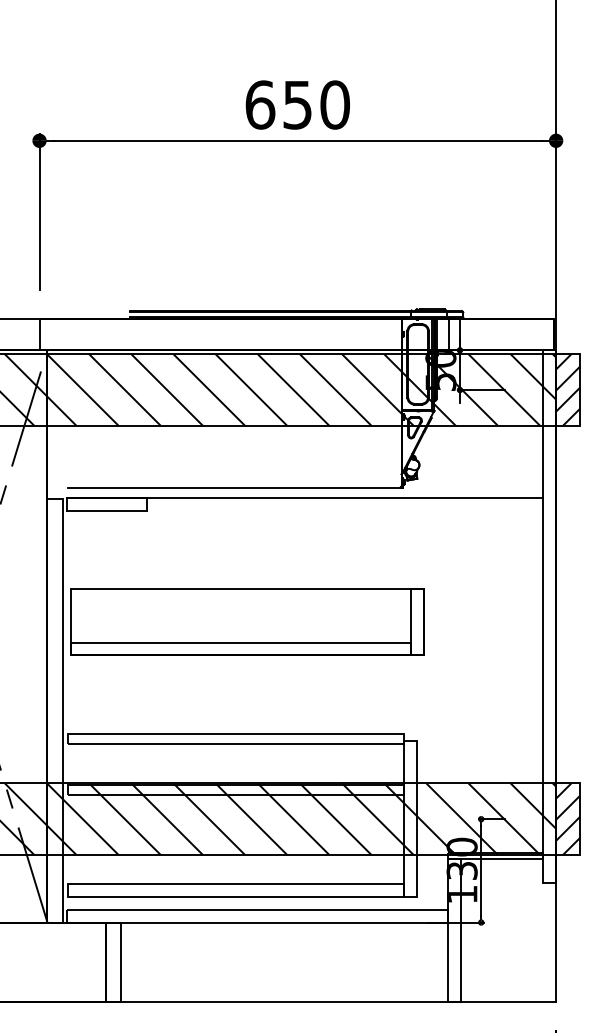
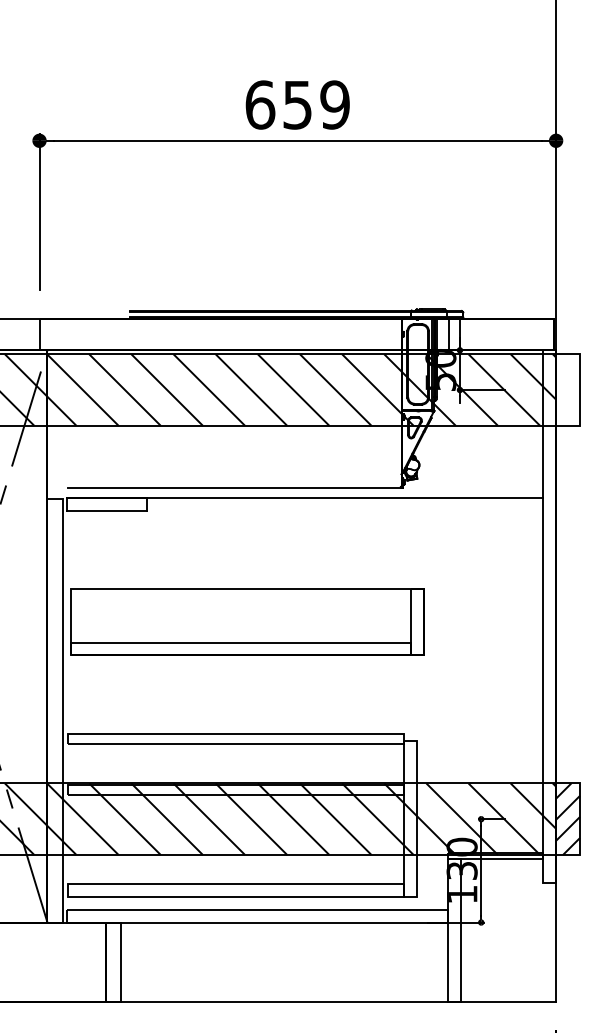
text at (334, 104): 650 -> 659
hatch at (567, 389): present -> none
